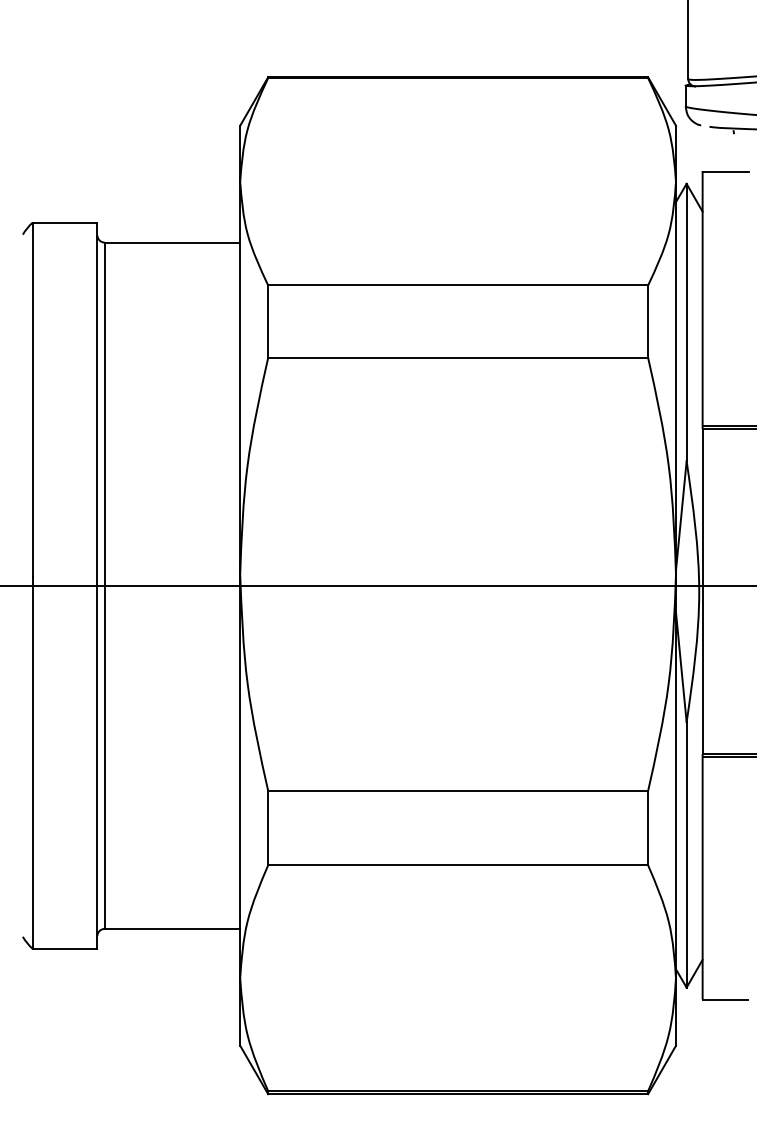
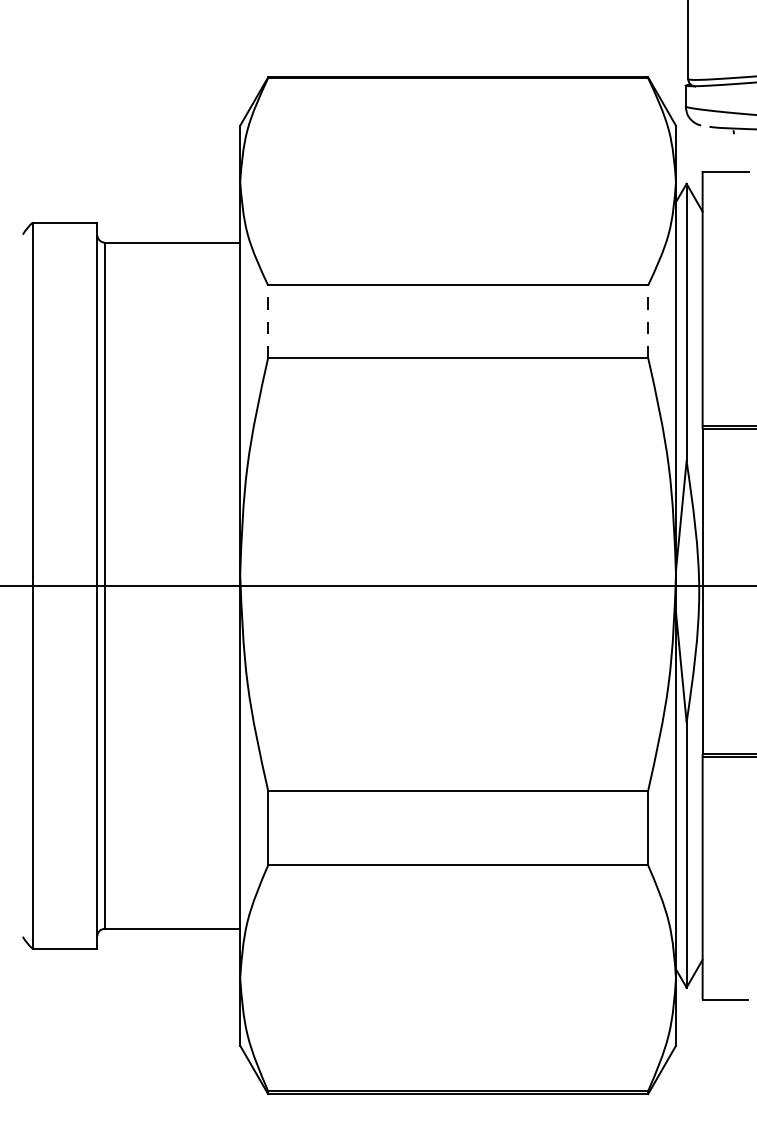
line at (268, 321): solid -> dashed
line at (648, 321): solid -> dashed
